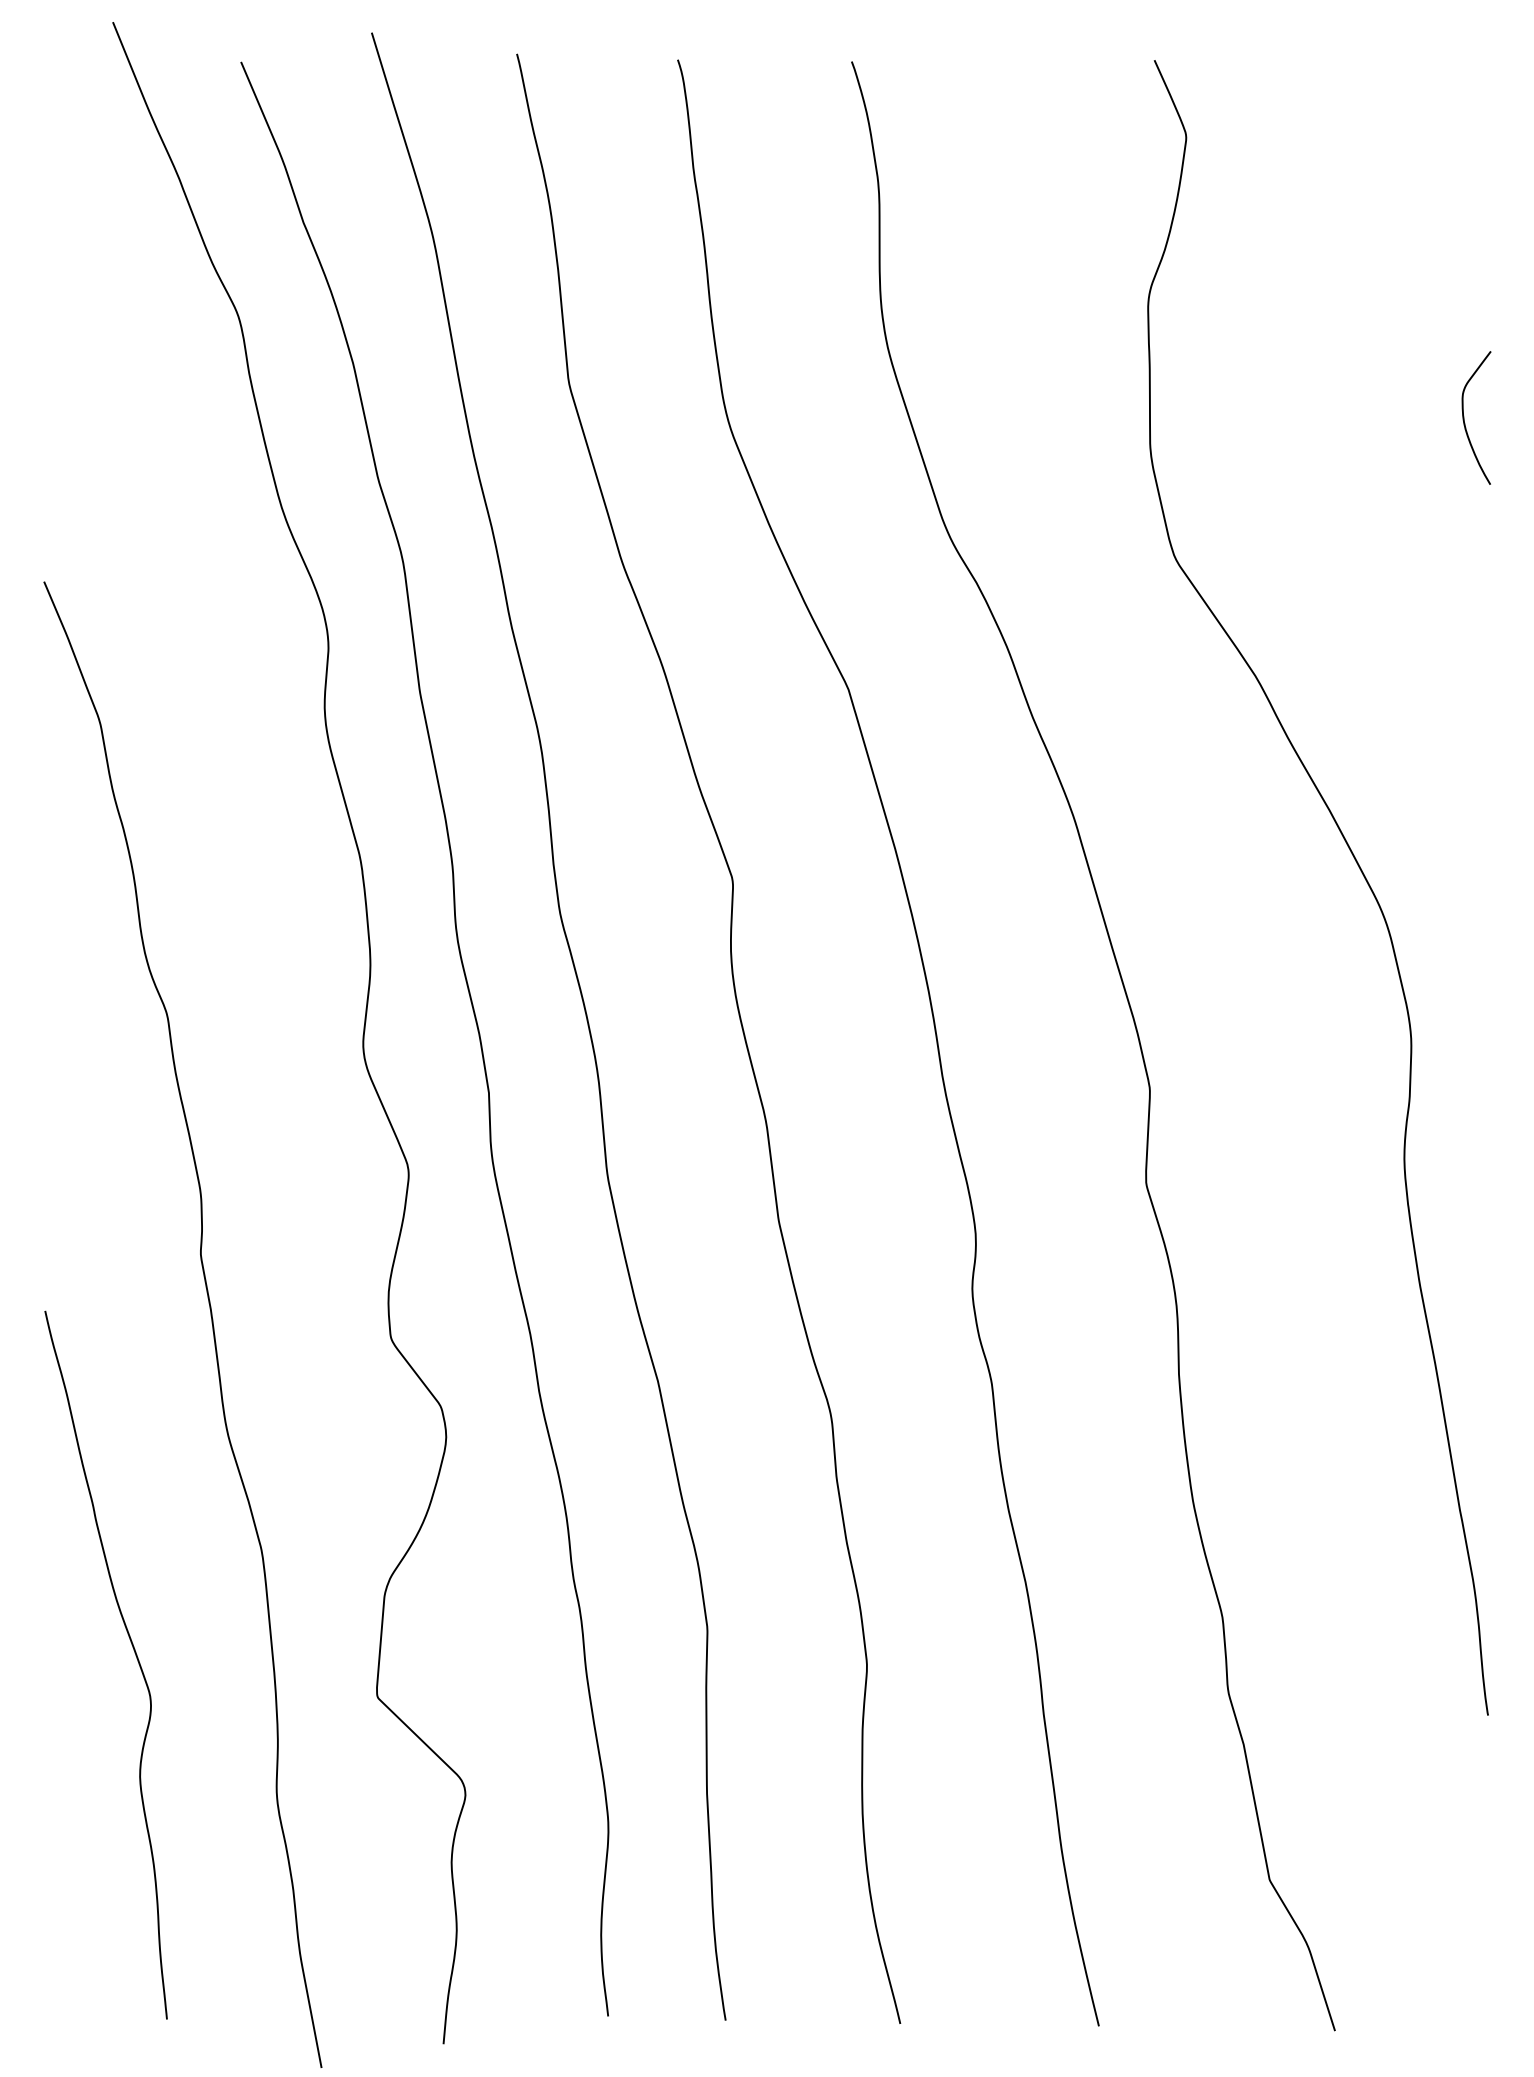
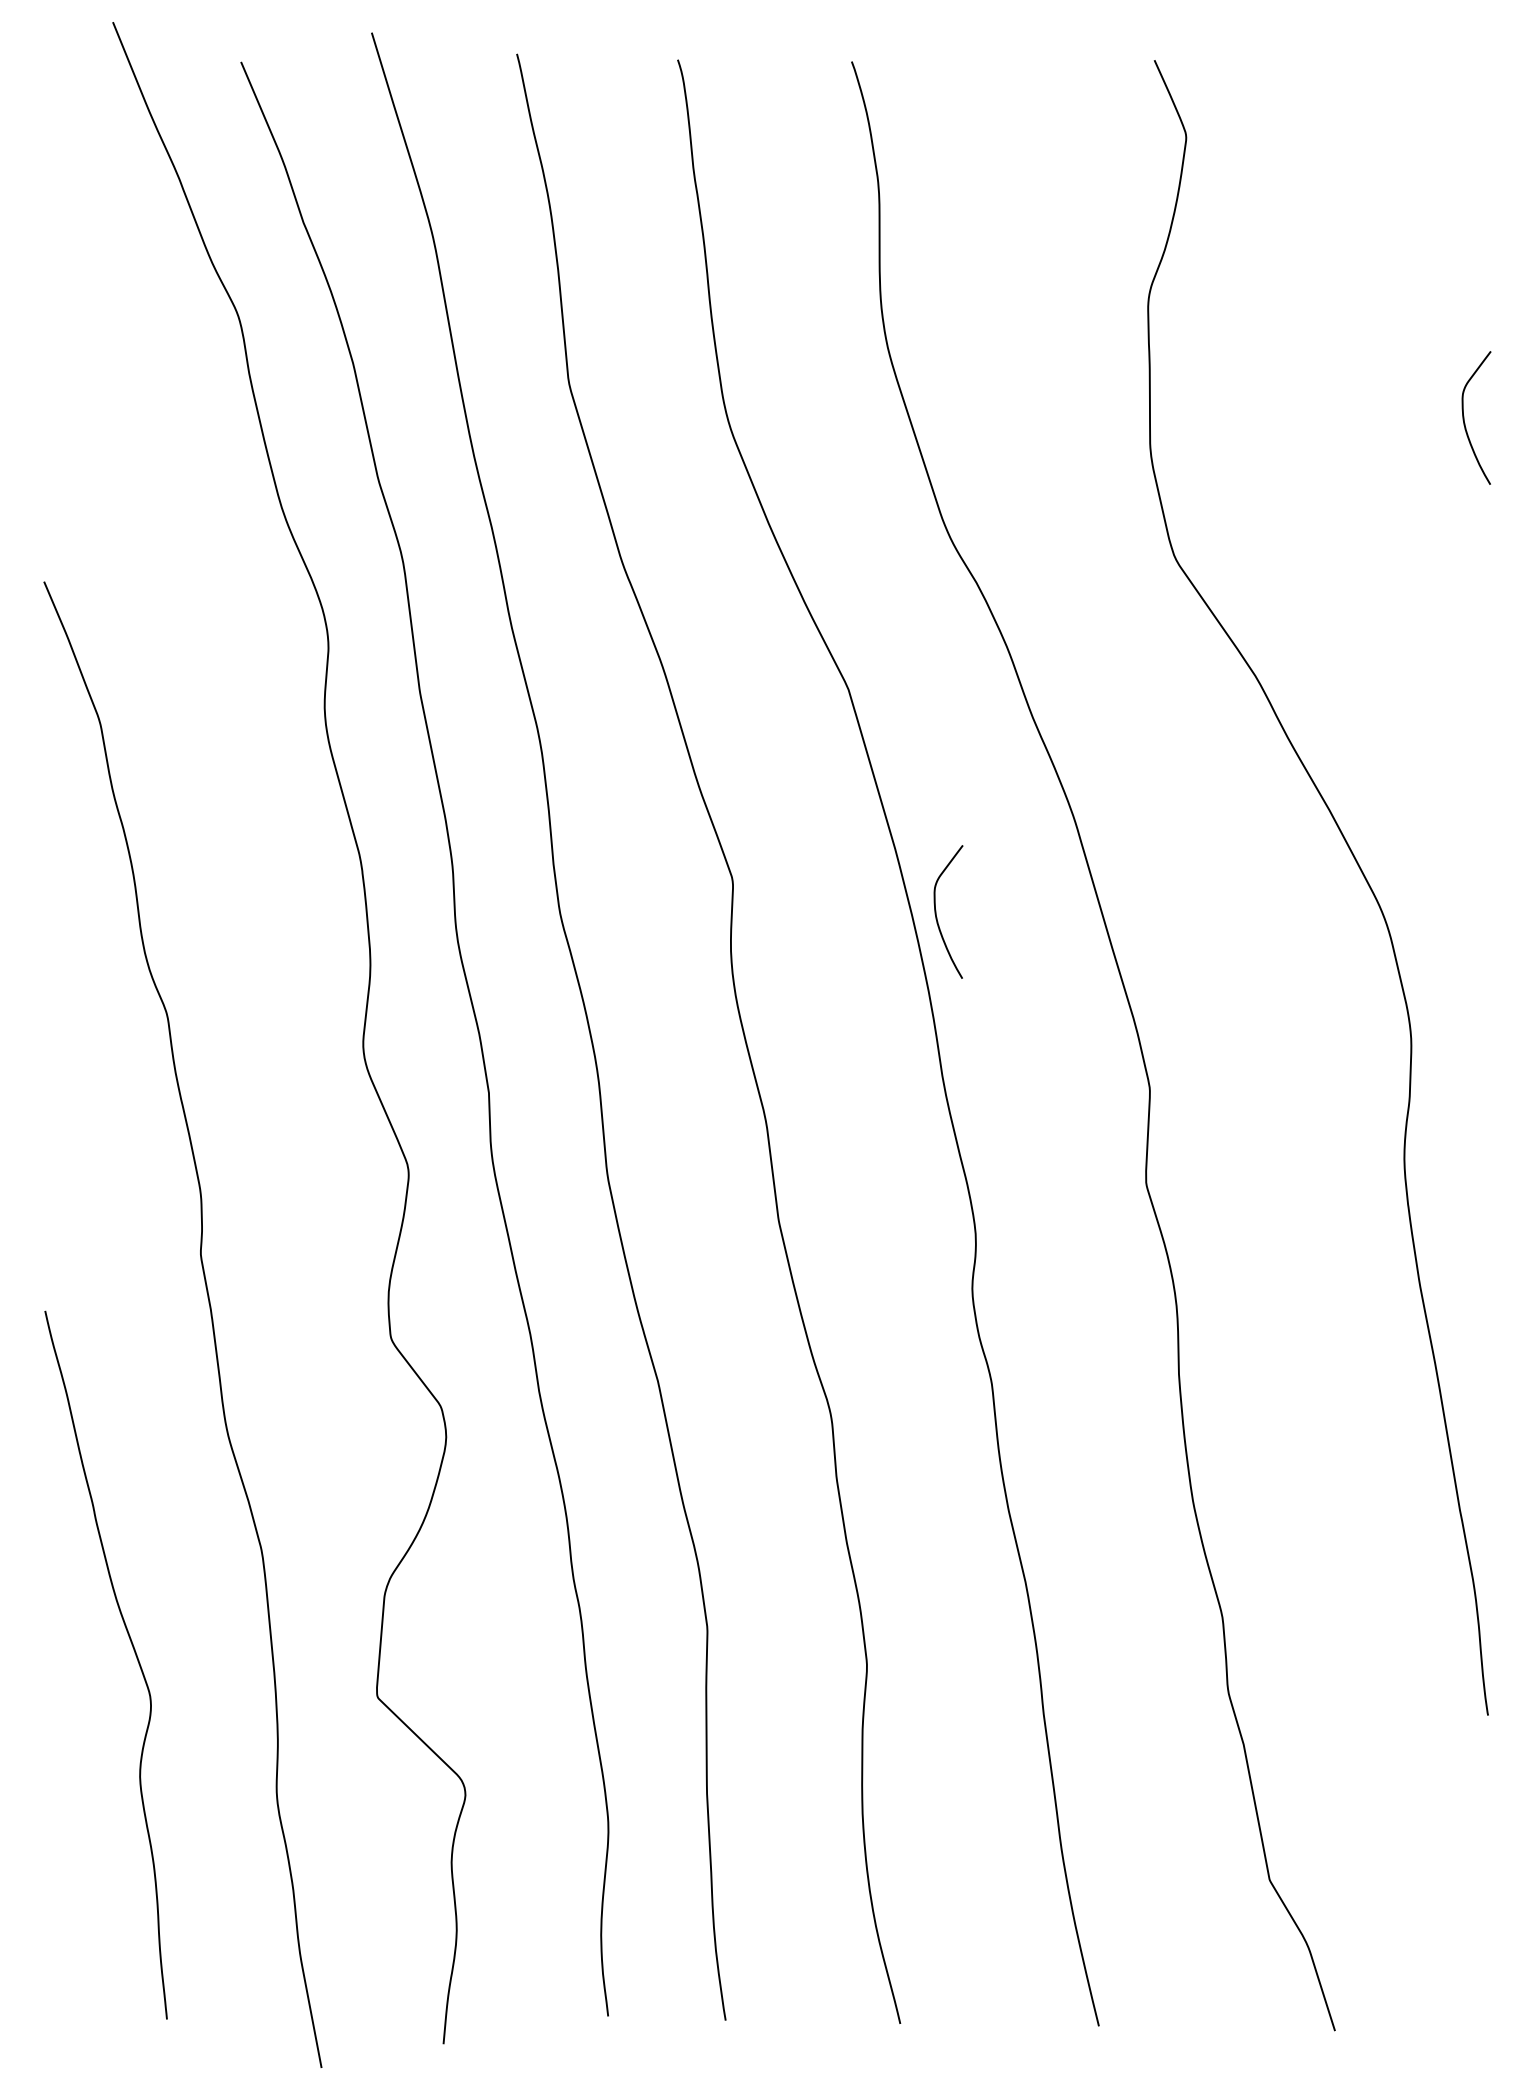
curve at (936, 911): none -> present
